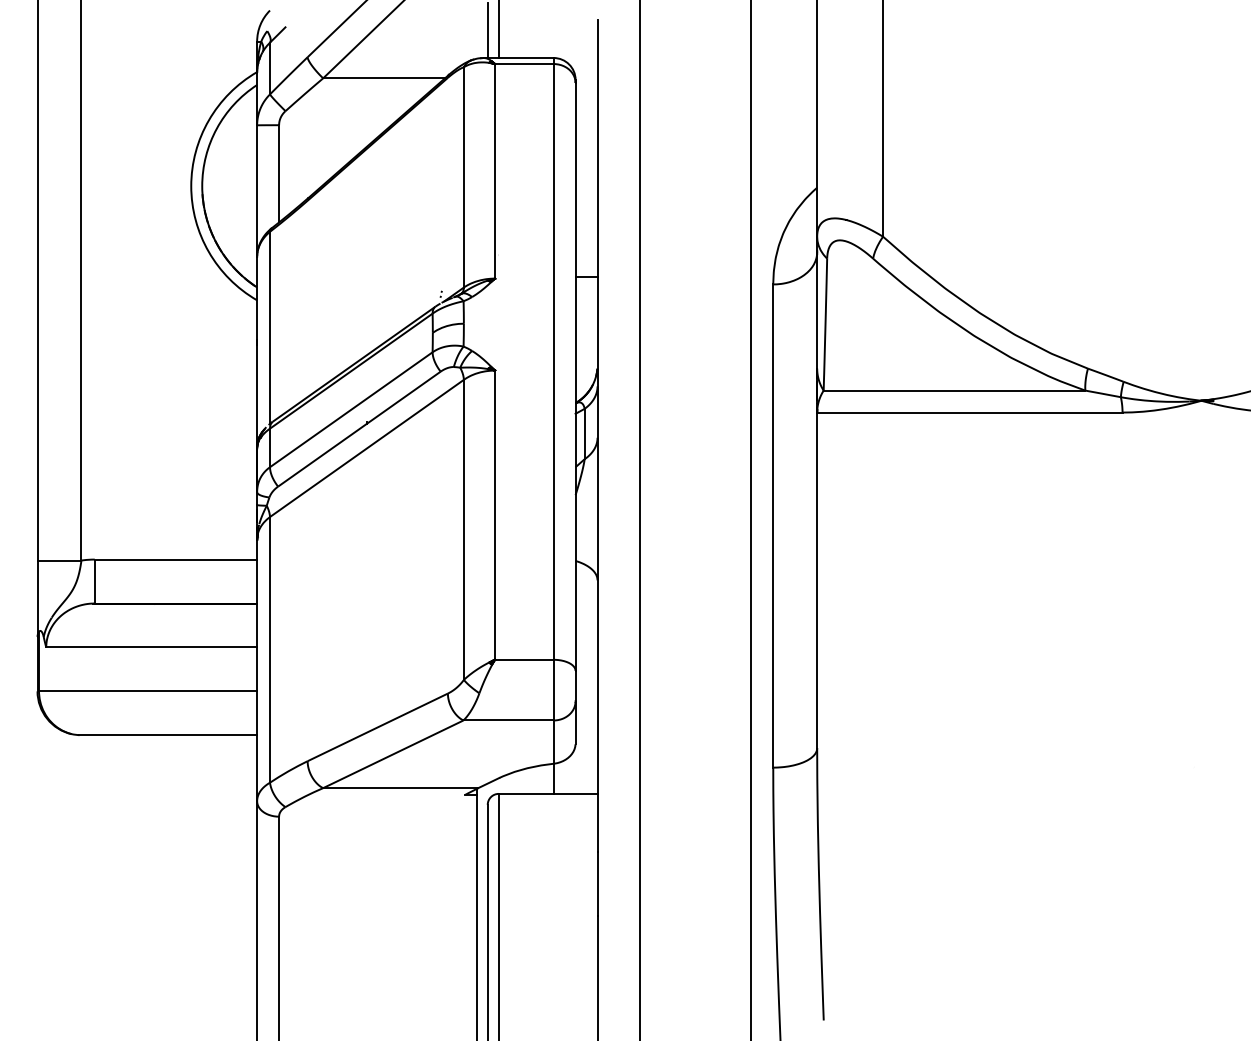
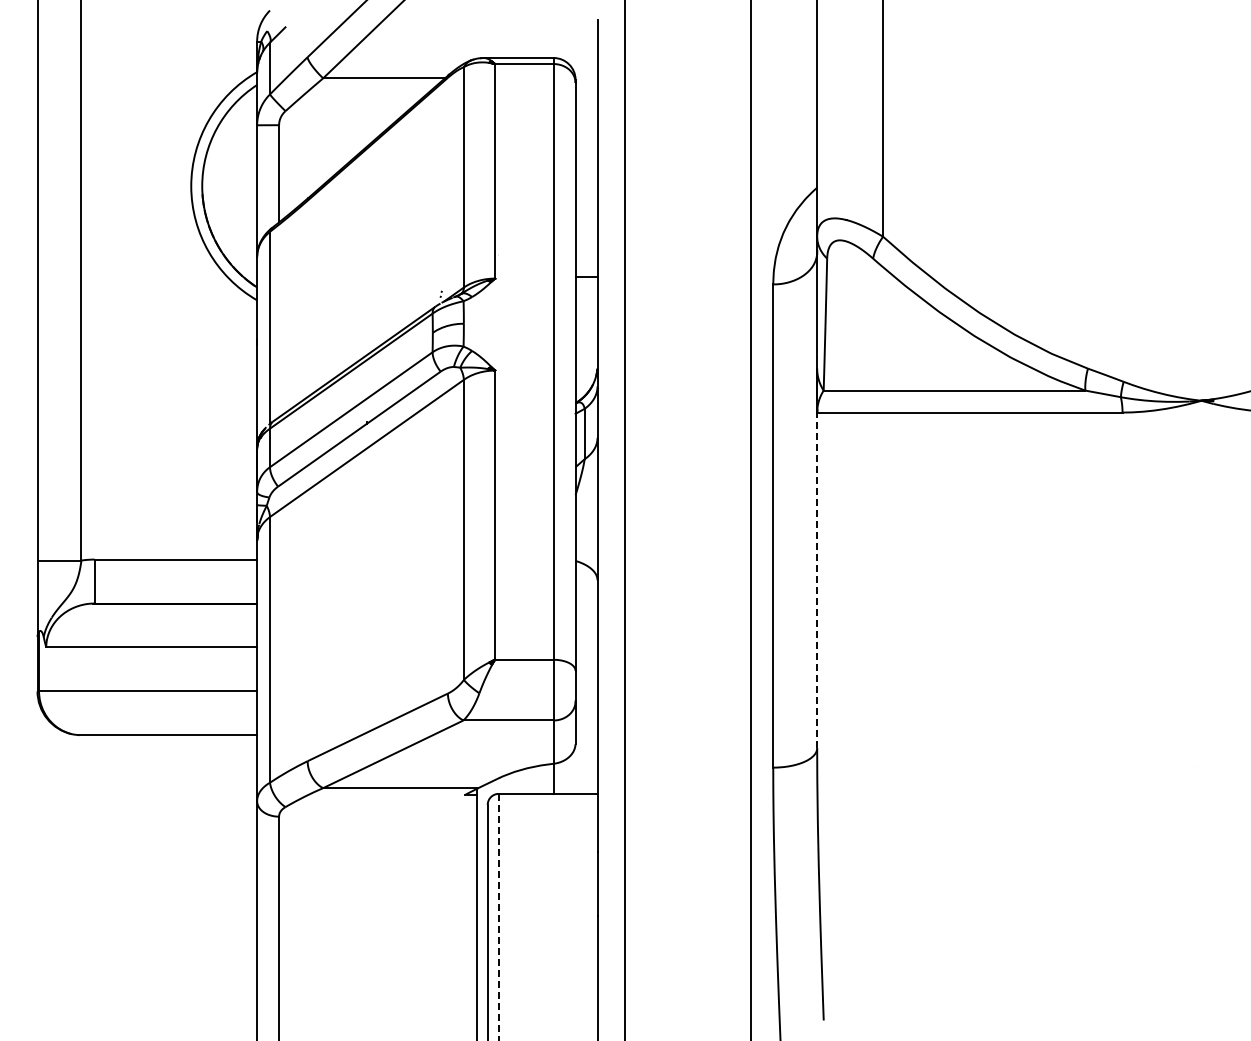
line at (487, 30): present -> none
line at (498, 30): present -> none
line at (639, 519) position: (639, 519) -> (624, 519)
line at (817, 580): solid -> dashed
line at (498, 917): solid -> dashed
